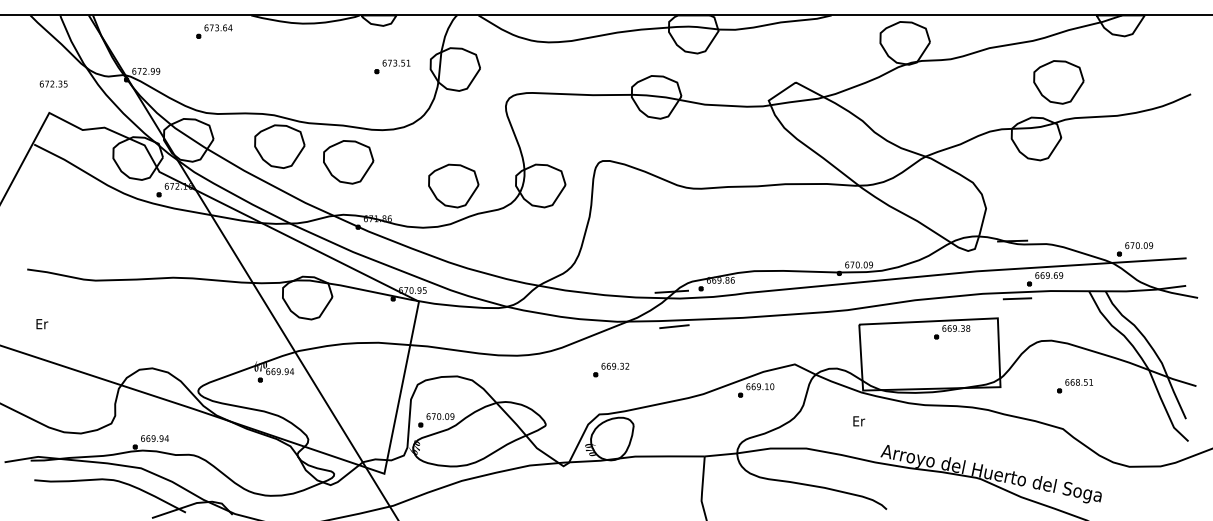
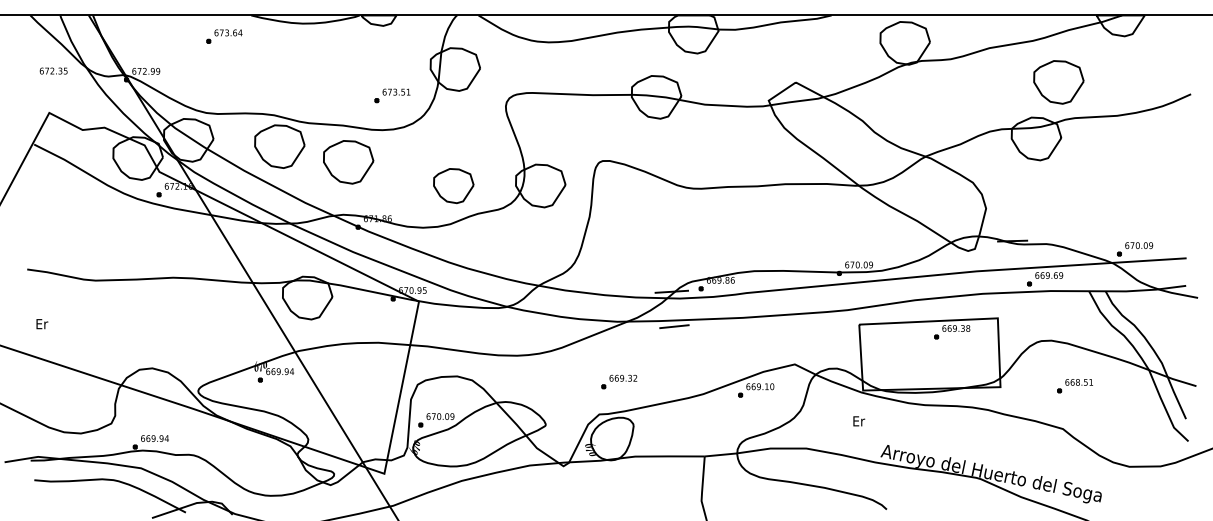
part at (214, 31) position: (214, 31) -> (224, 36)
part at (392, 66) position: (392, 66) -> (392, 95)
text at (53, 83) position: (53, 83) -> (53, 70)
part at (453, 185) size: 52x46 px -> 42x37 px
line at (1017, 298): present -> none
part at (611, 369) position: (611, 369) -> (619, 381)
